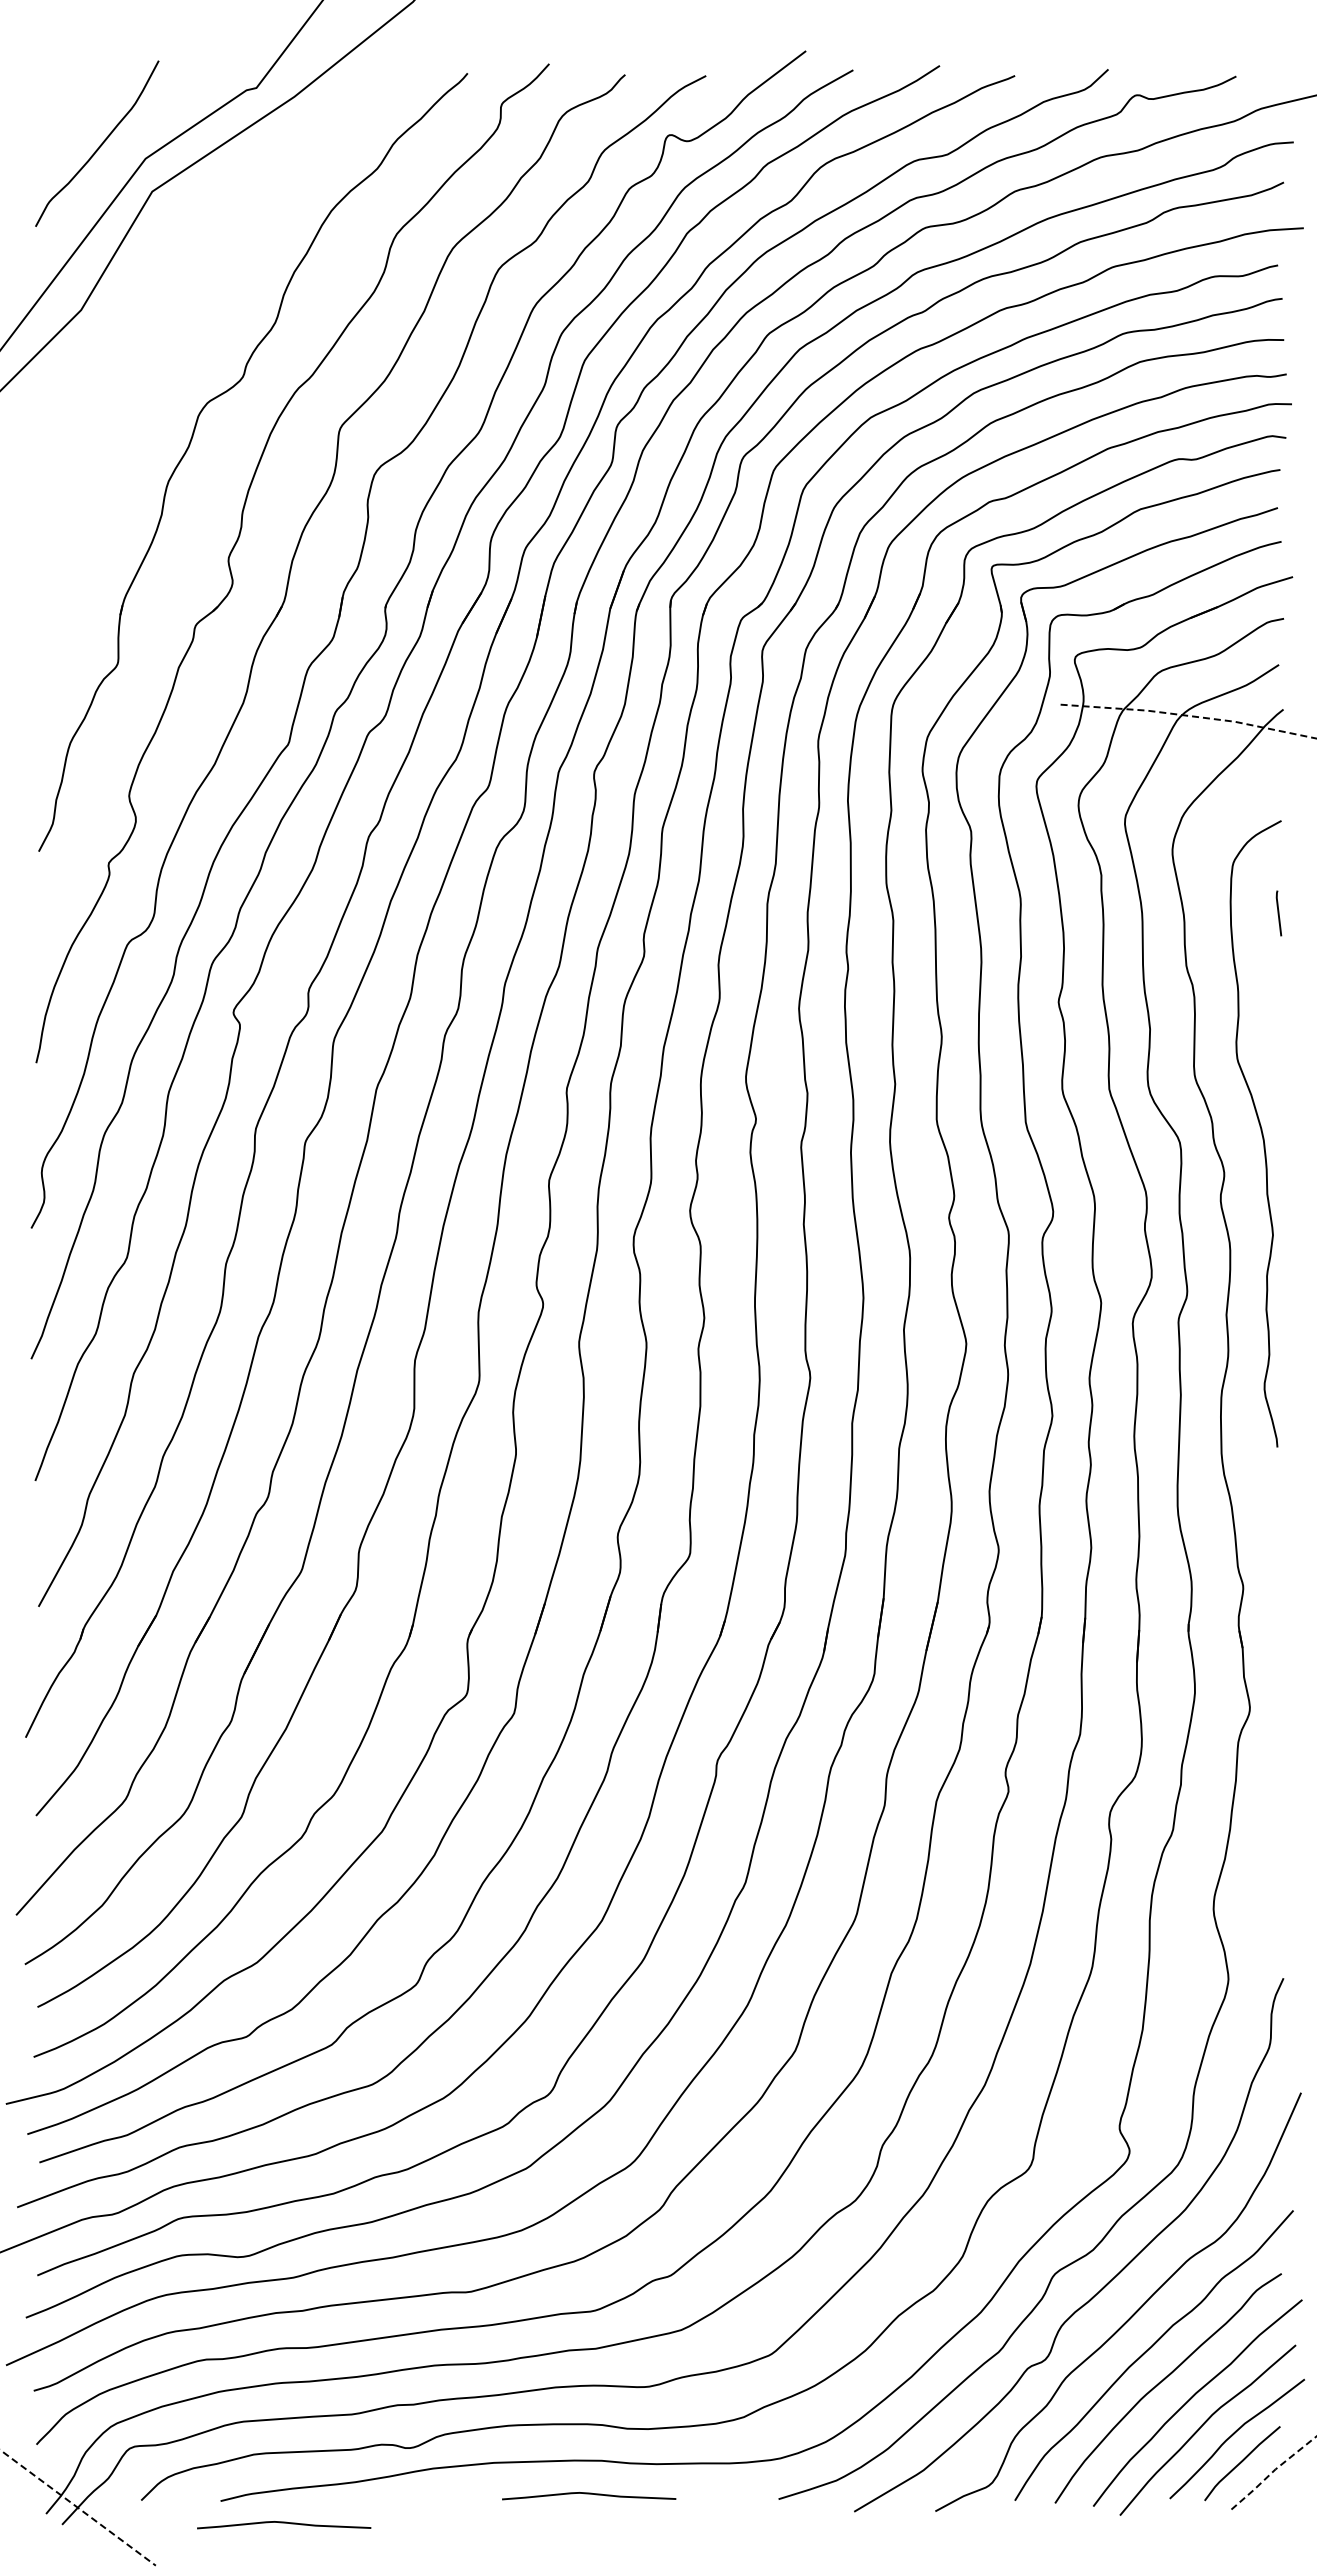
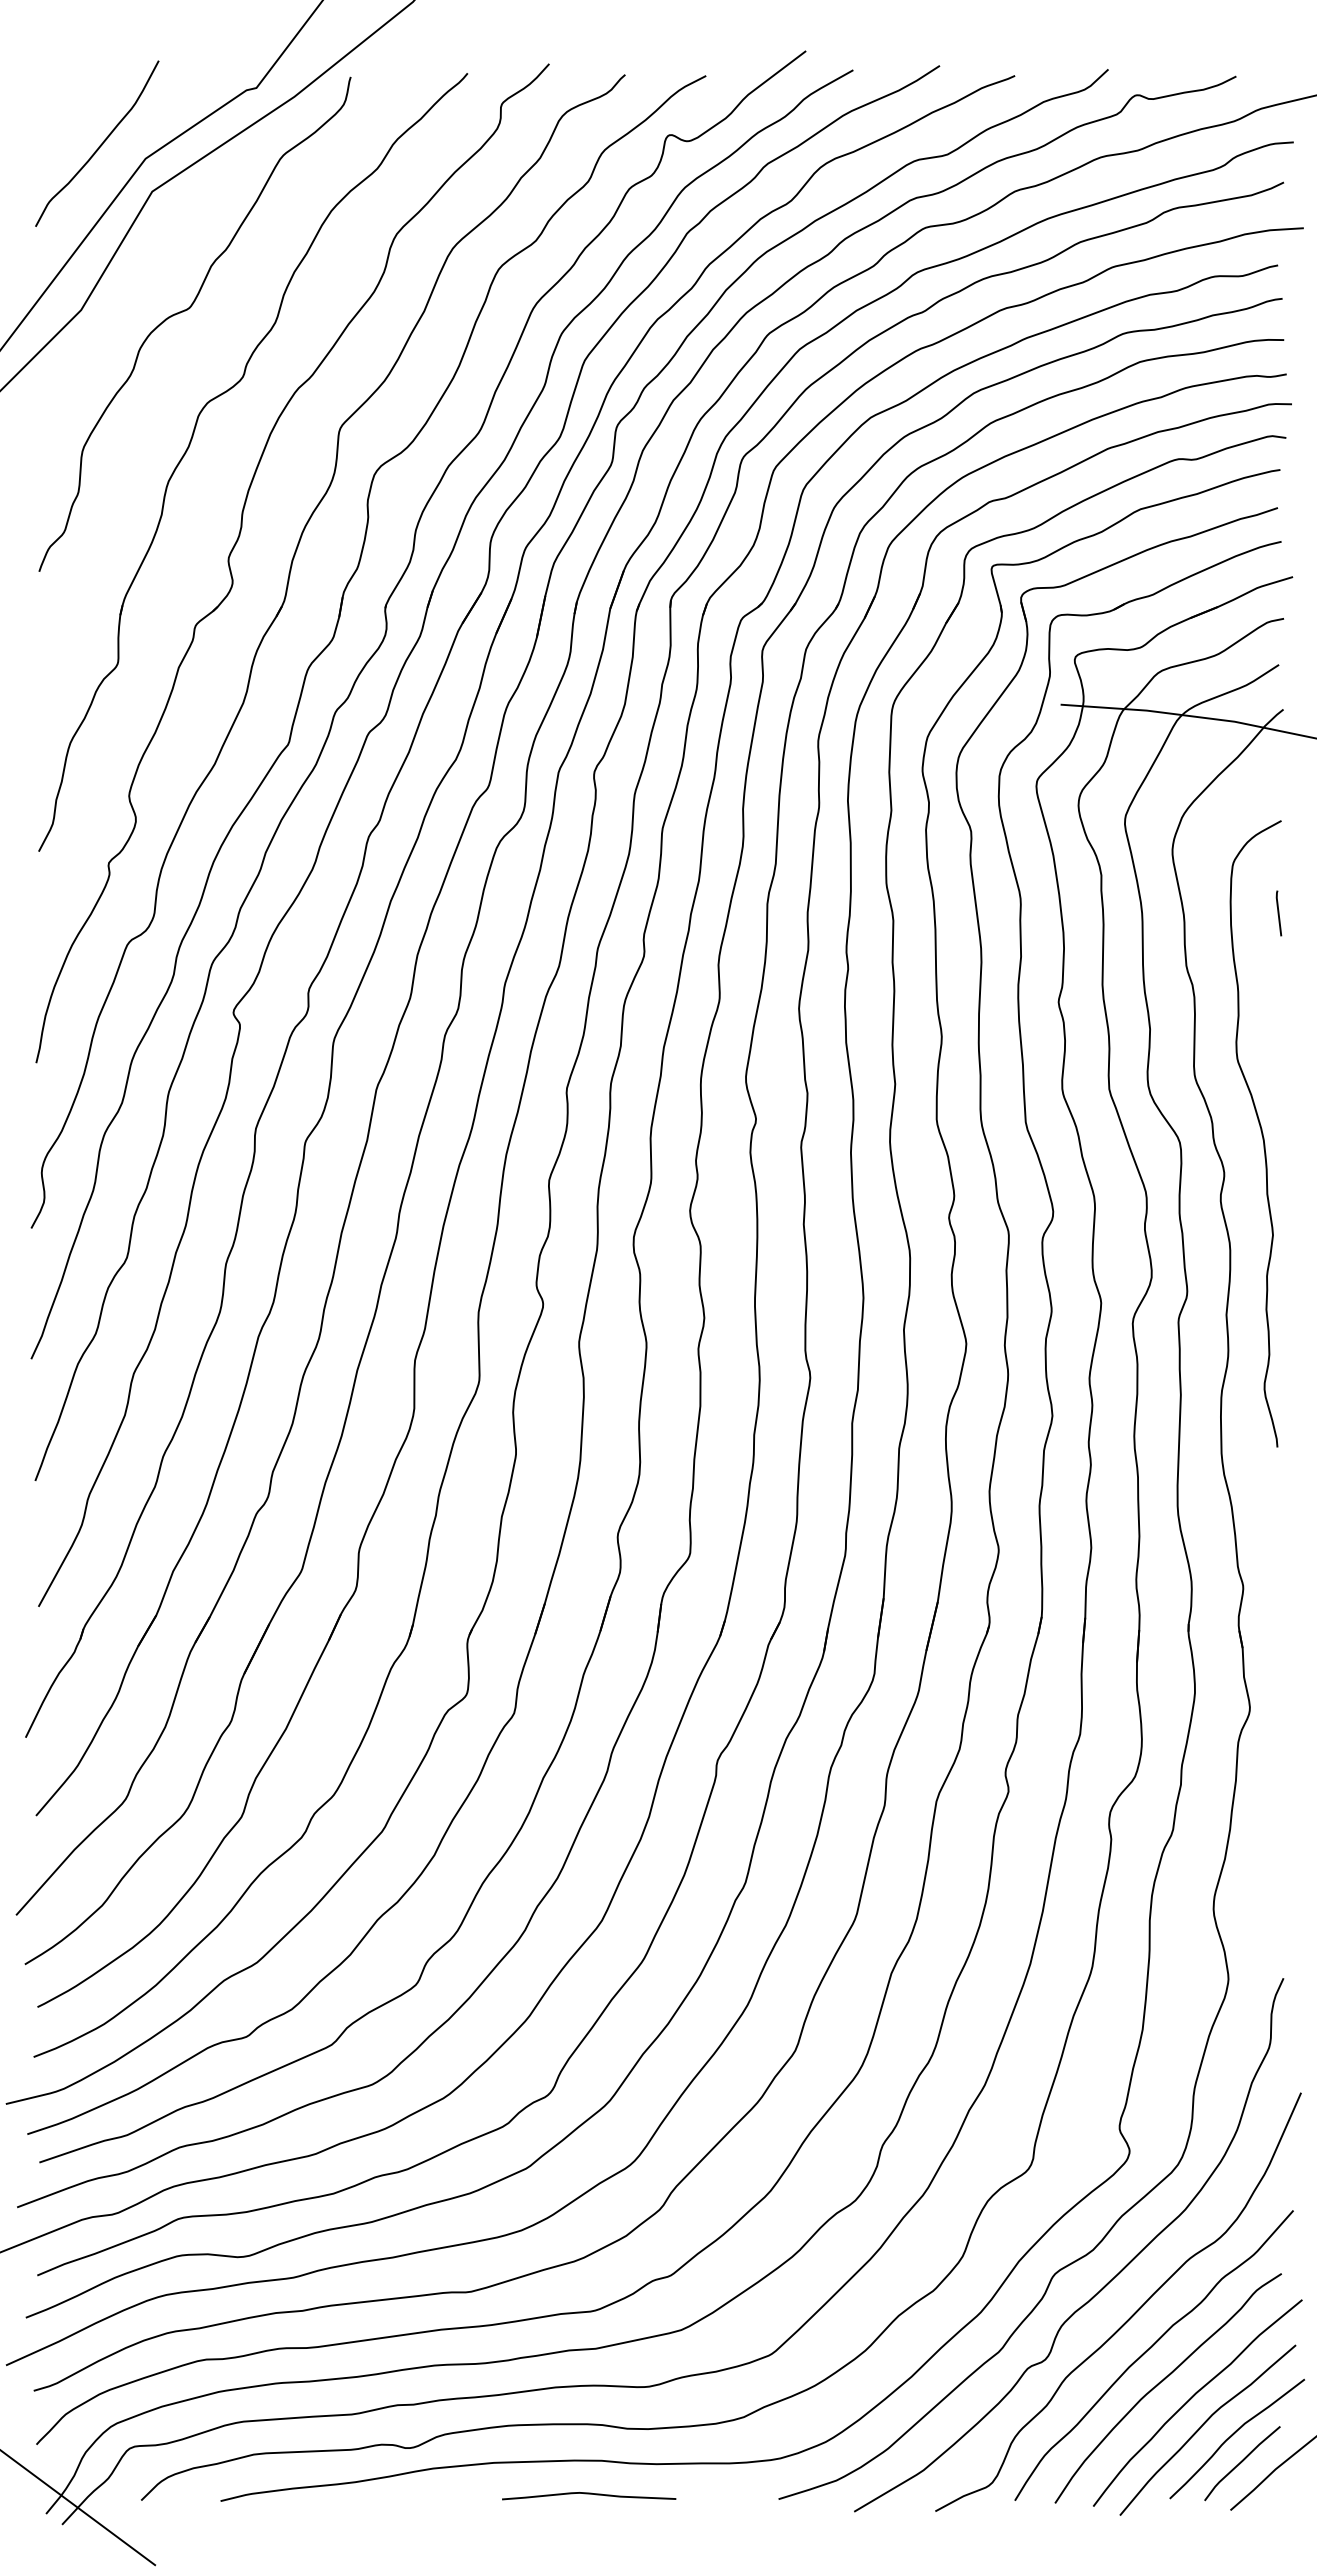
curve at (187, 310): none -> present
line at (1189, 716): dashed -> solid
line at (1272, 2472): dashed -> solid
line at (78, 2507): dashed -> solid
curve at (284, 2523): present -> none
